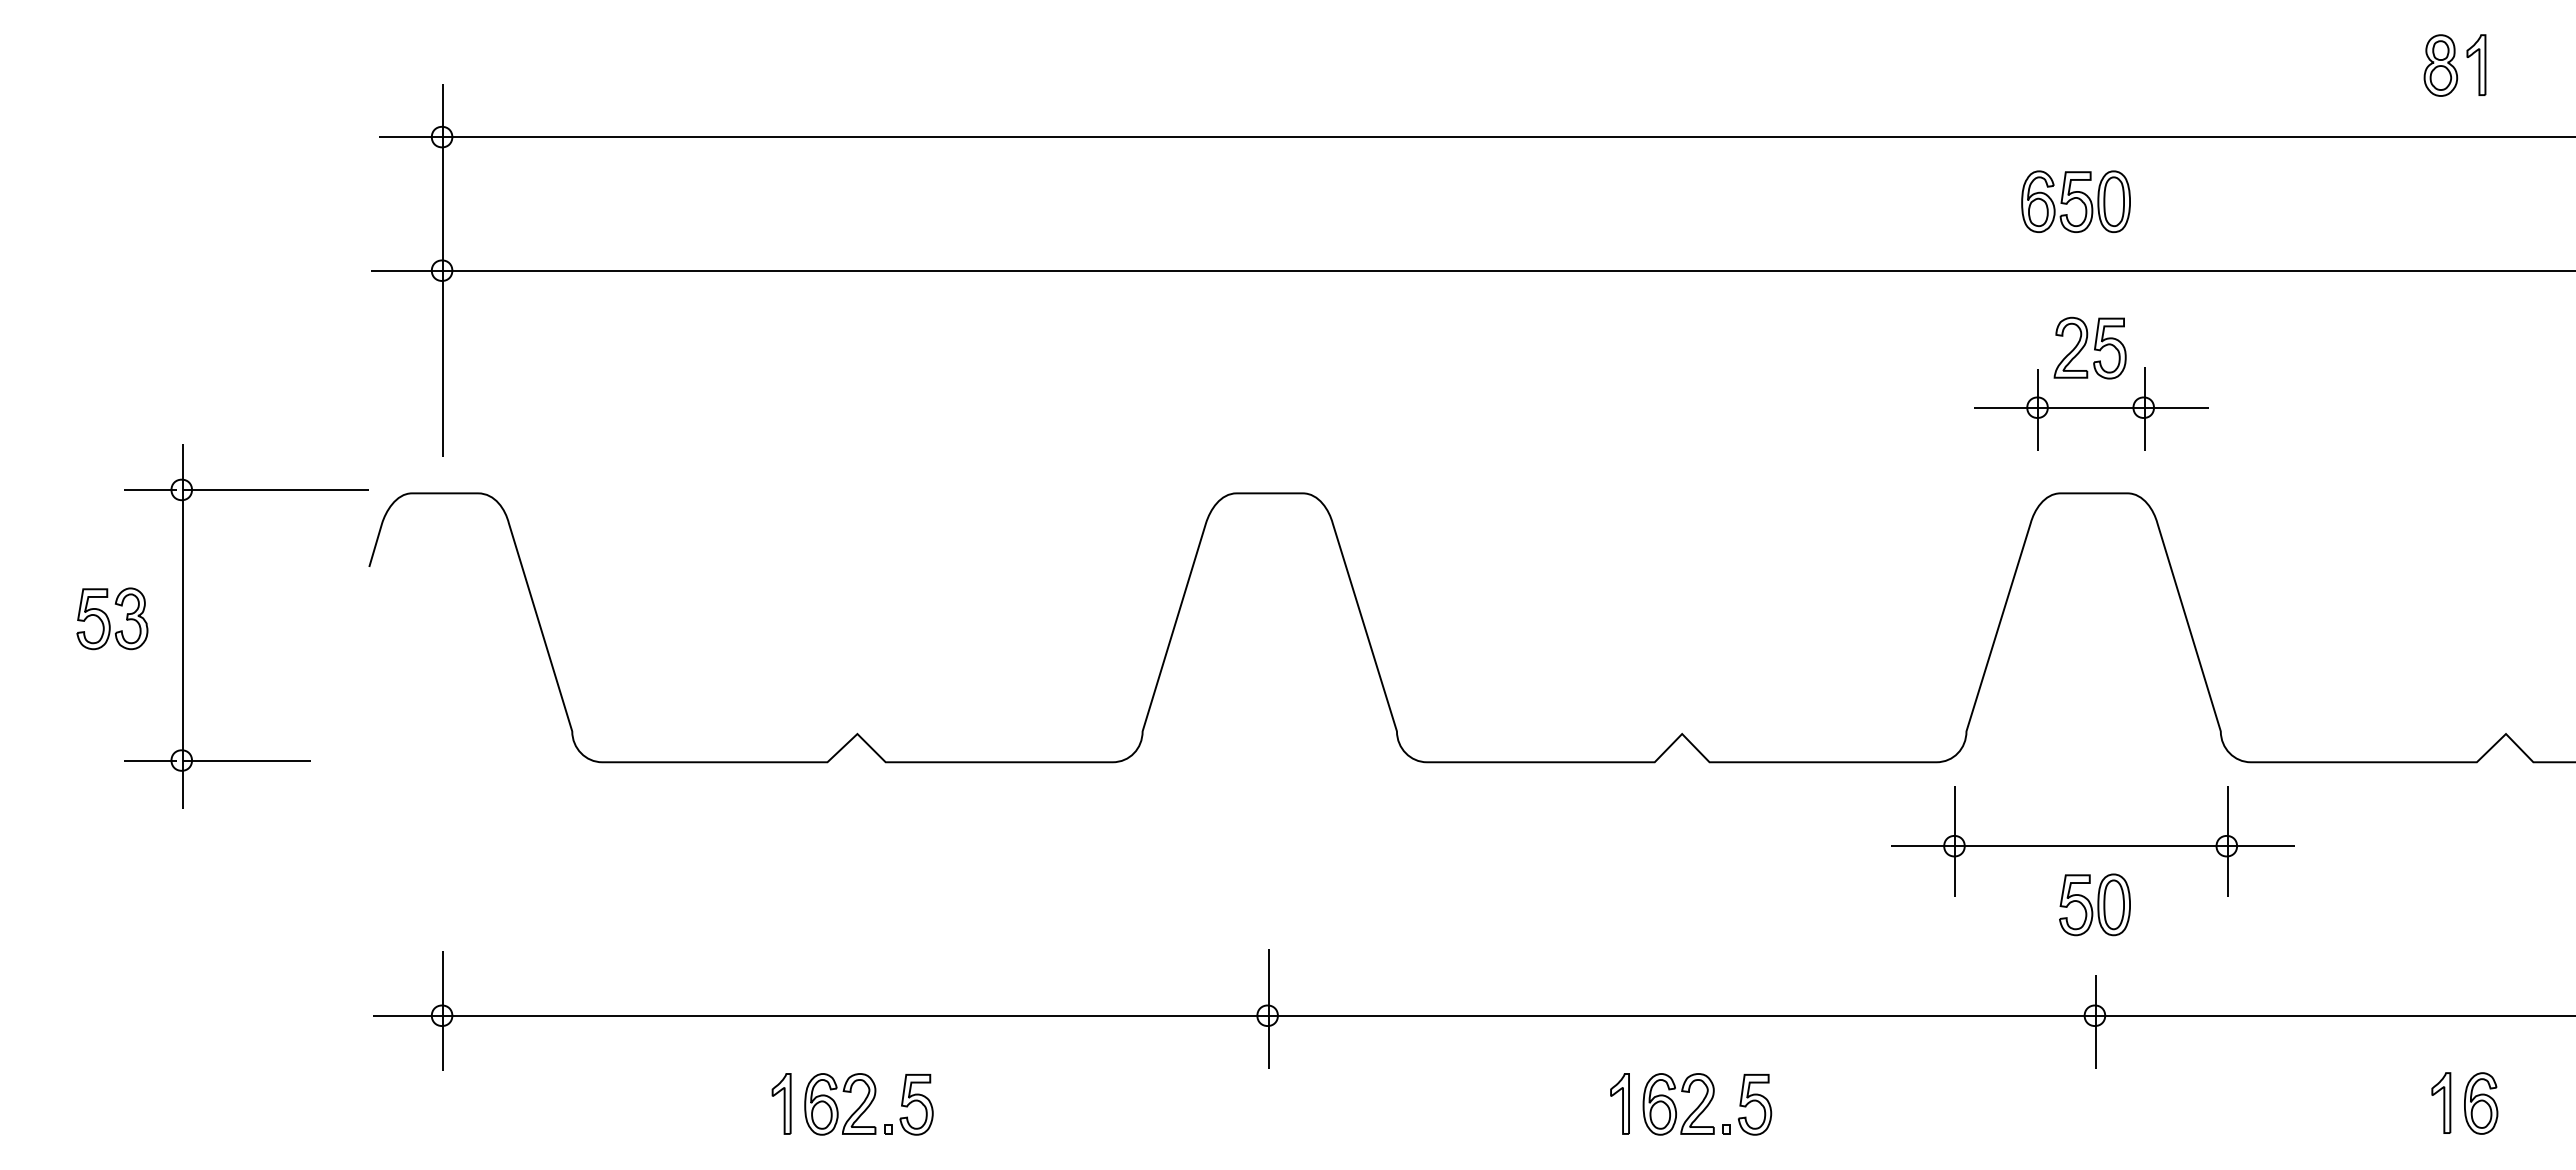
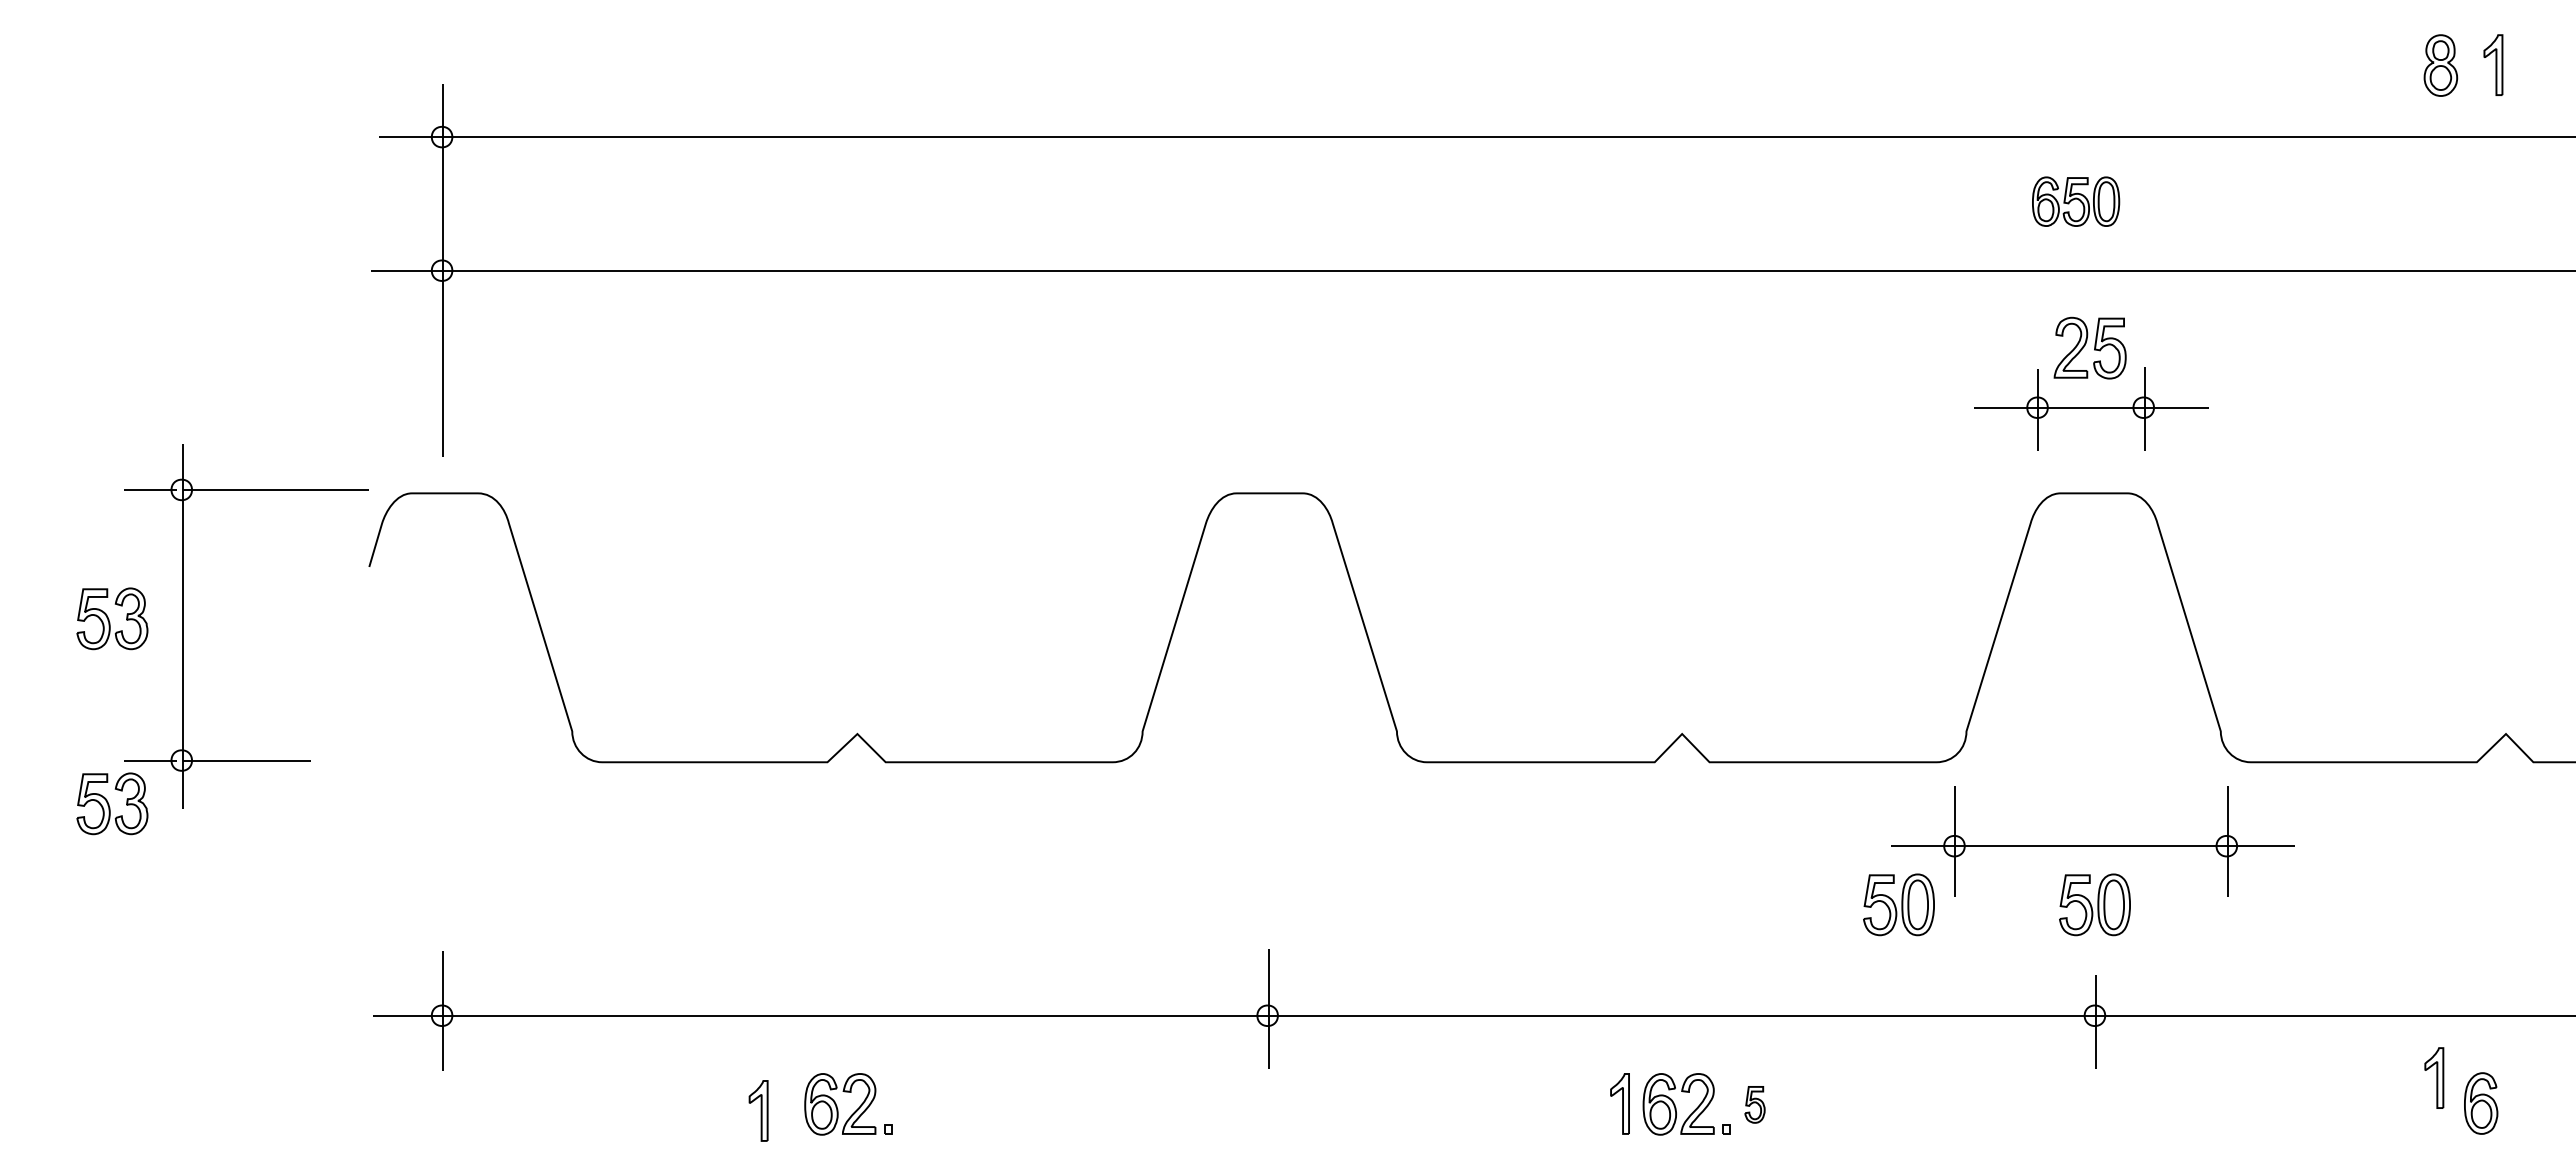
part at (2476, 64) position: (2476, 64) -> (2493, 64)
part at (2075, 201) size: 110x63 px -> 89x51 px
part at (112, 803): none -> present
part at (1898, 904): none -> present
part at (2441, 1102) position: (2441, 1102) -> (2434, 1077)
part at (781, 1103) position: (781, 1103) -> (758, 1110)
part at (916, 1104): present -> none
part at (1754, 1104) size: 36x62 px -> 22x38 px
